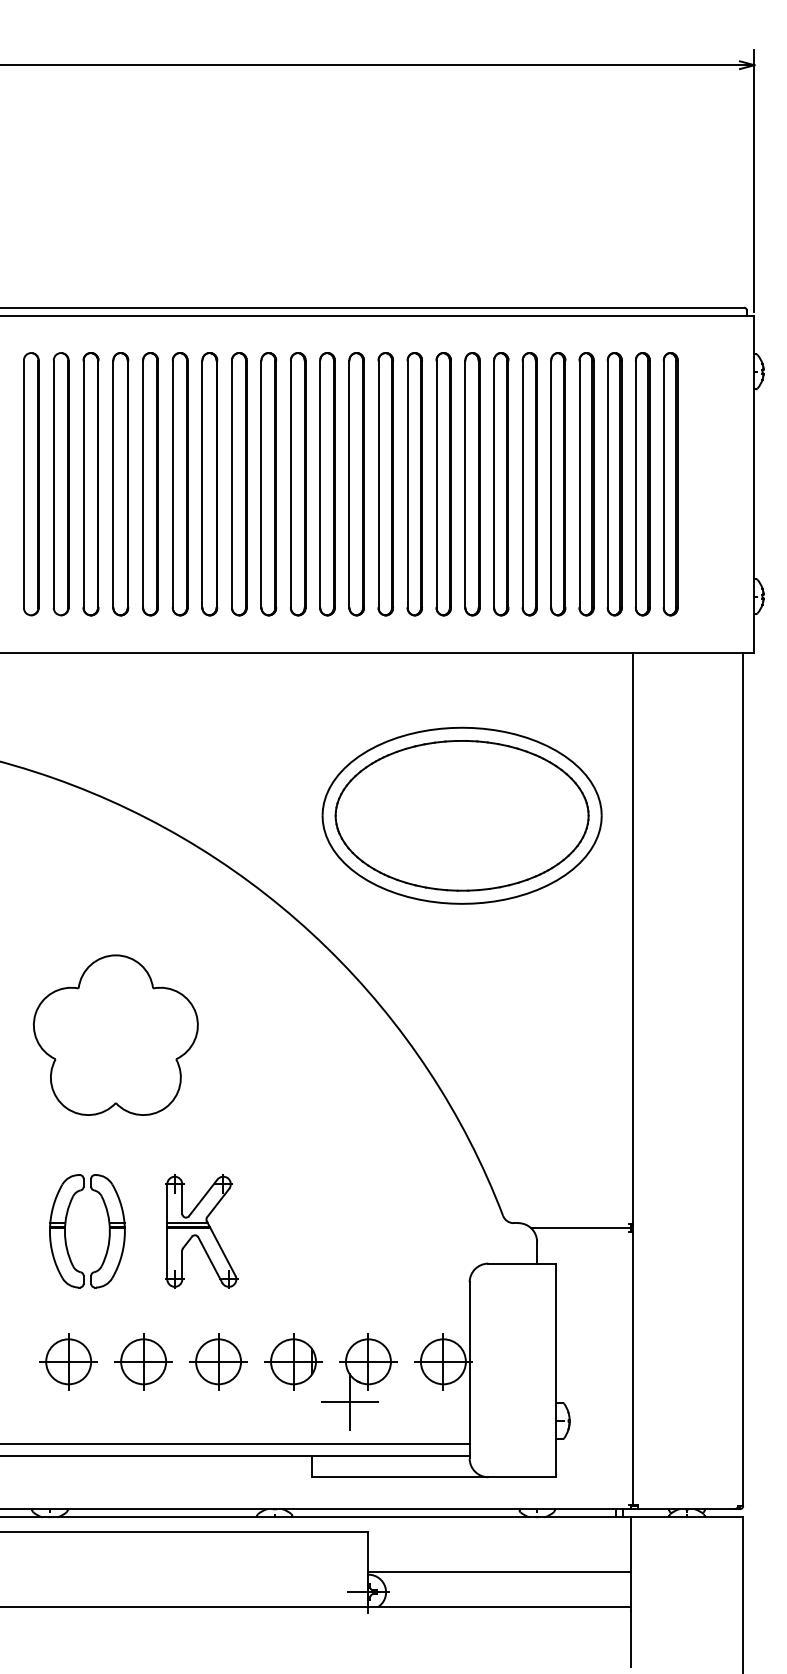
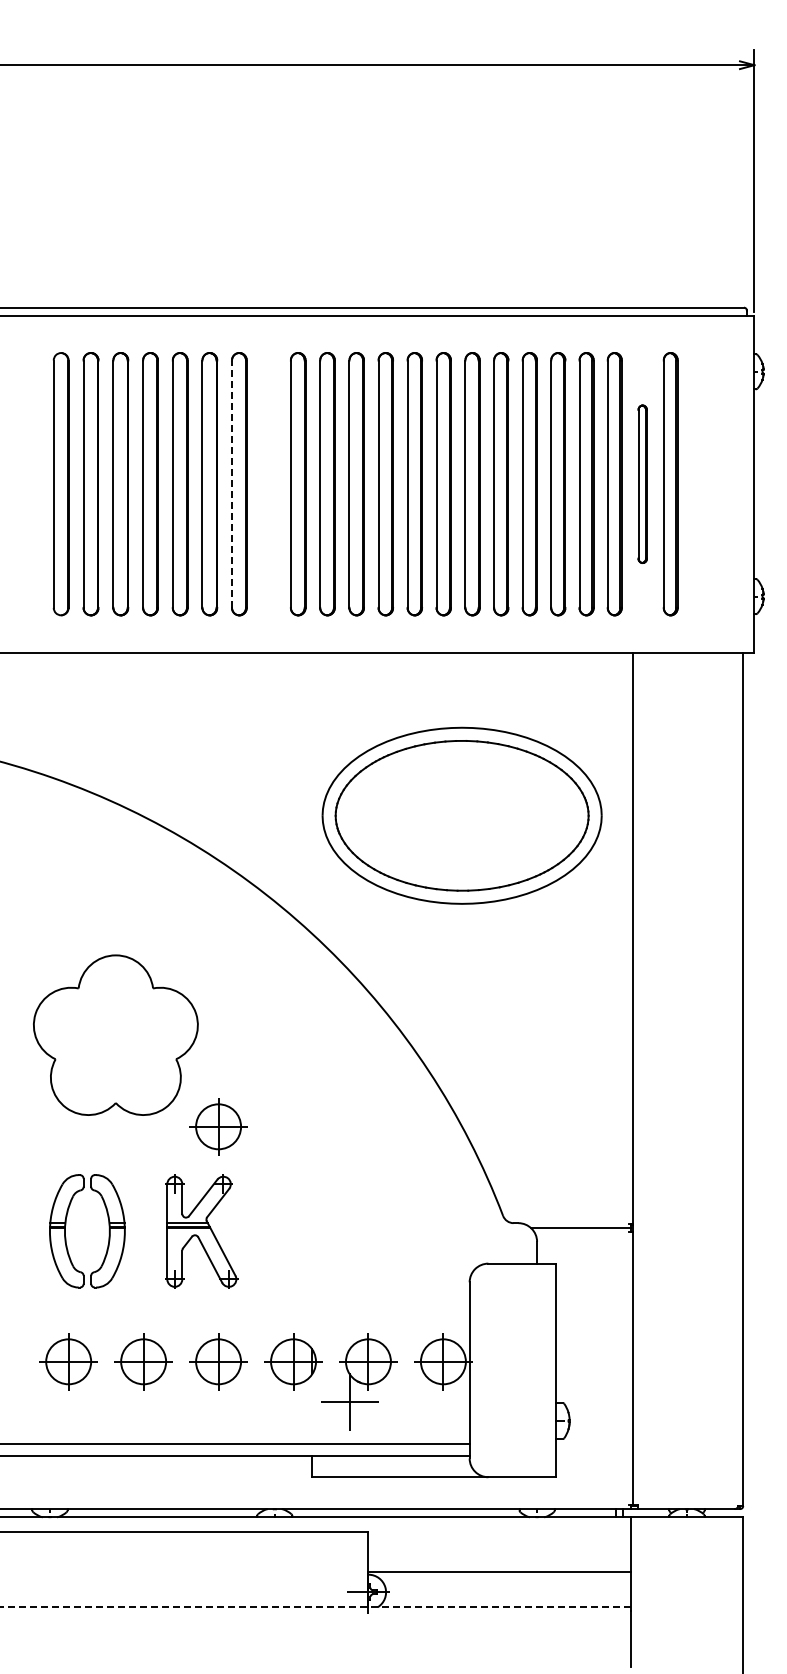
part at (31, 484): present -> none
line at (232, 484): solid -> dashed
part at (268, 484): present -> none
part at (642, 484) size: 17x265 px -> 11x160 px
part at (218, 1126): none -> present
line at (315, 1607): solid -> dashed
